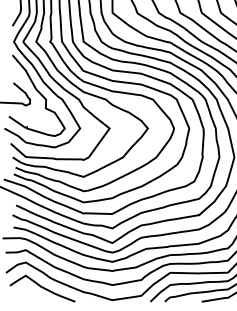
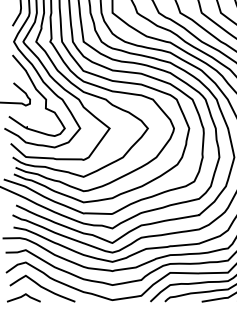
line at (23, 296): none -> present
